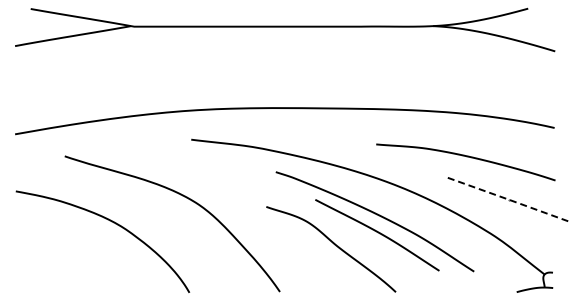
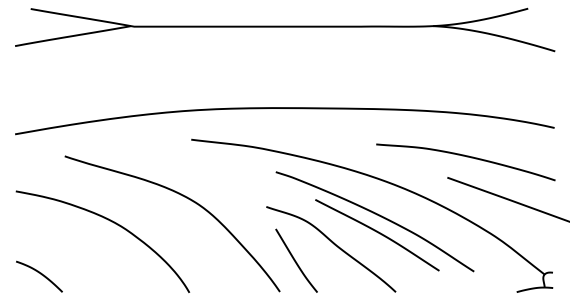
line at (509, 199): dashed -> solid
curve at (295, 260): none -> present
curve at (40, 274): none -> present
